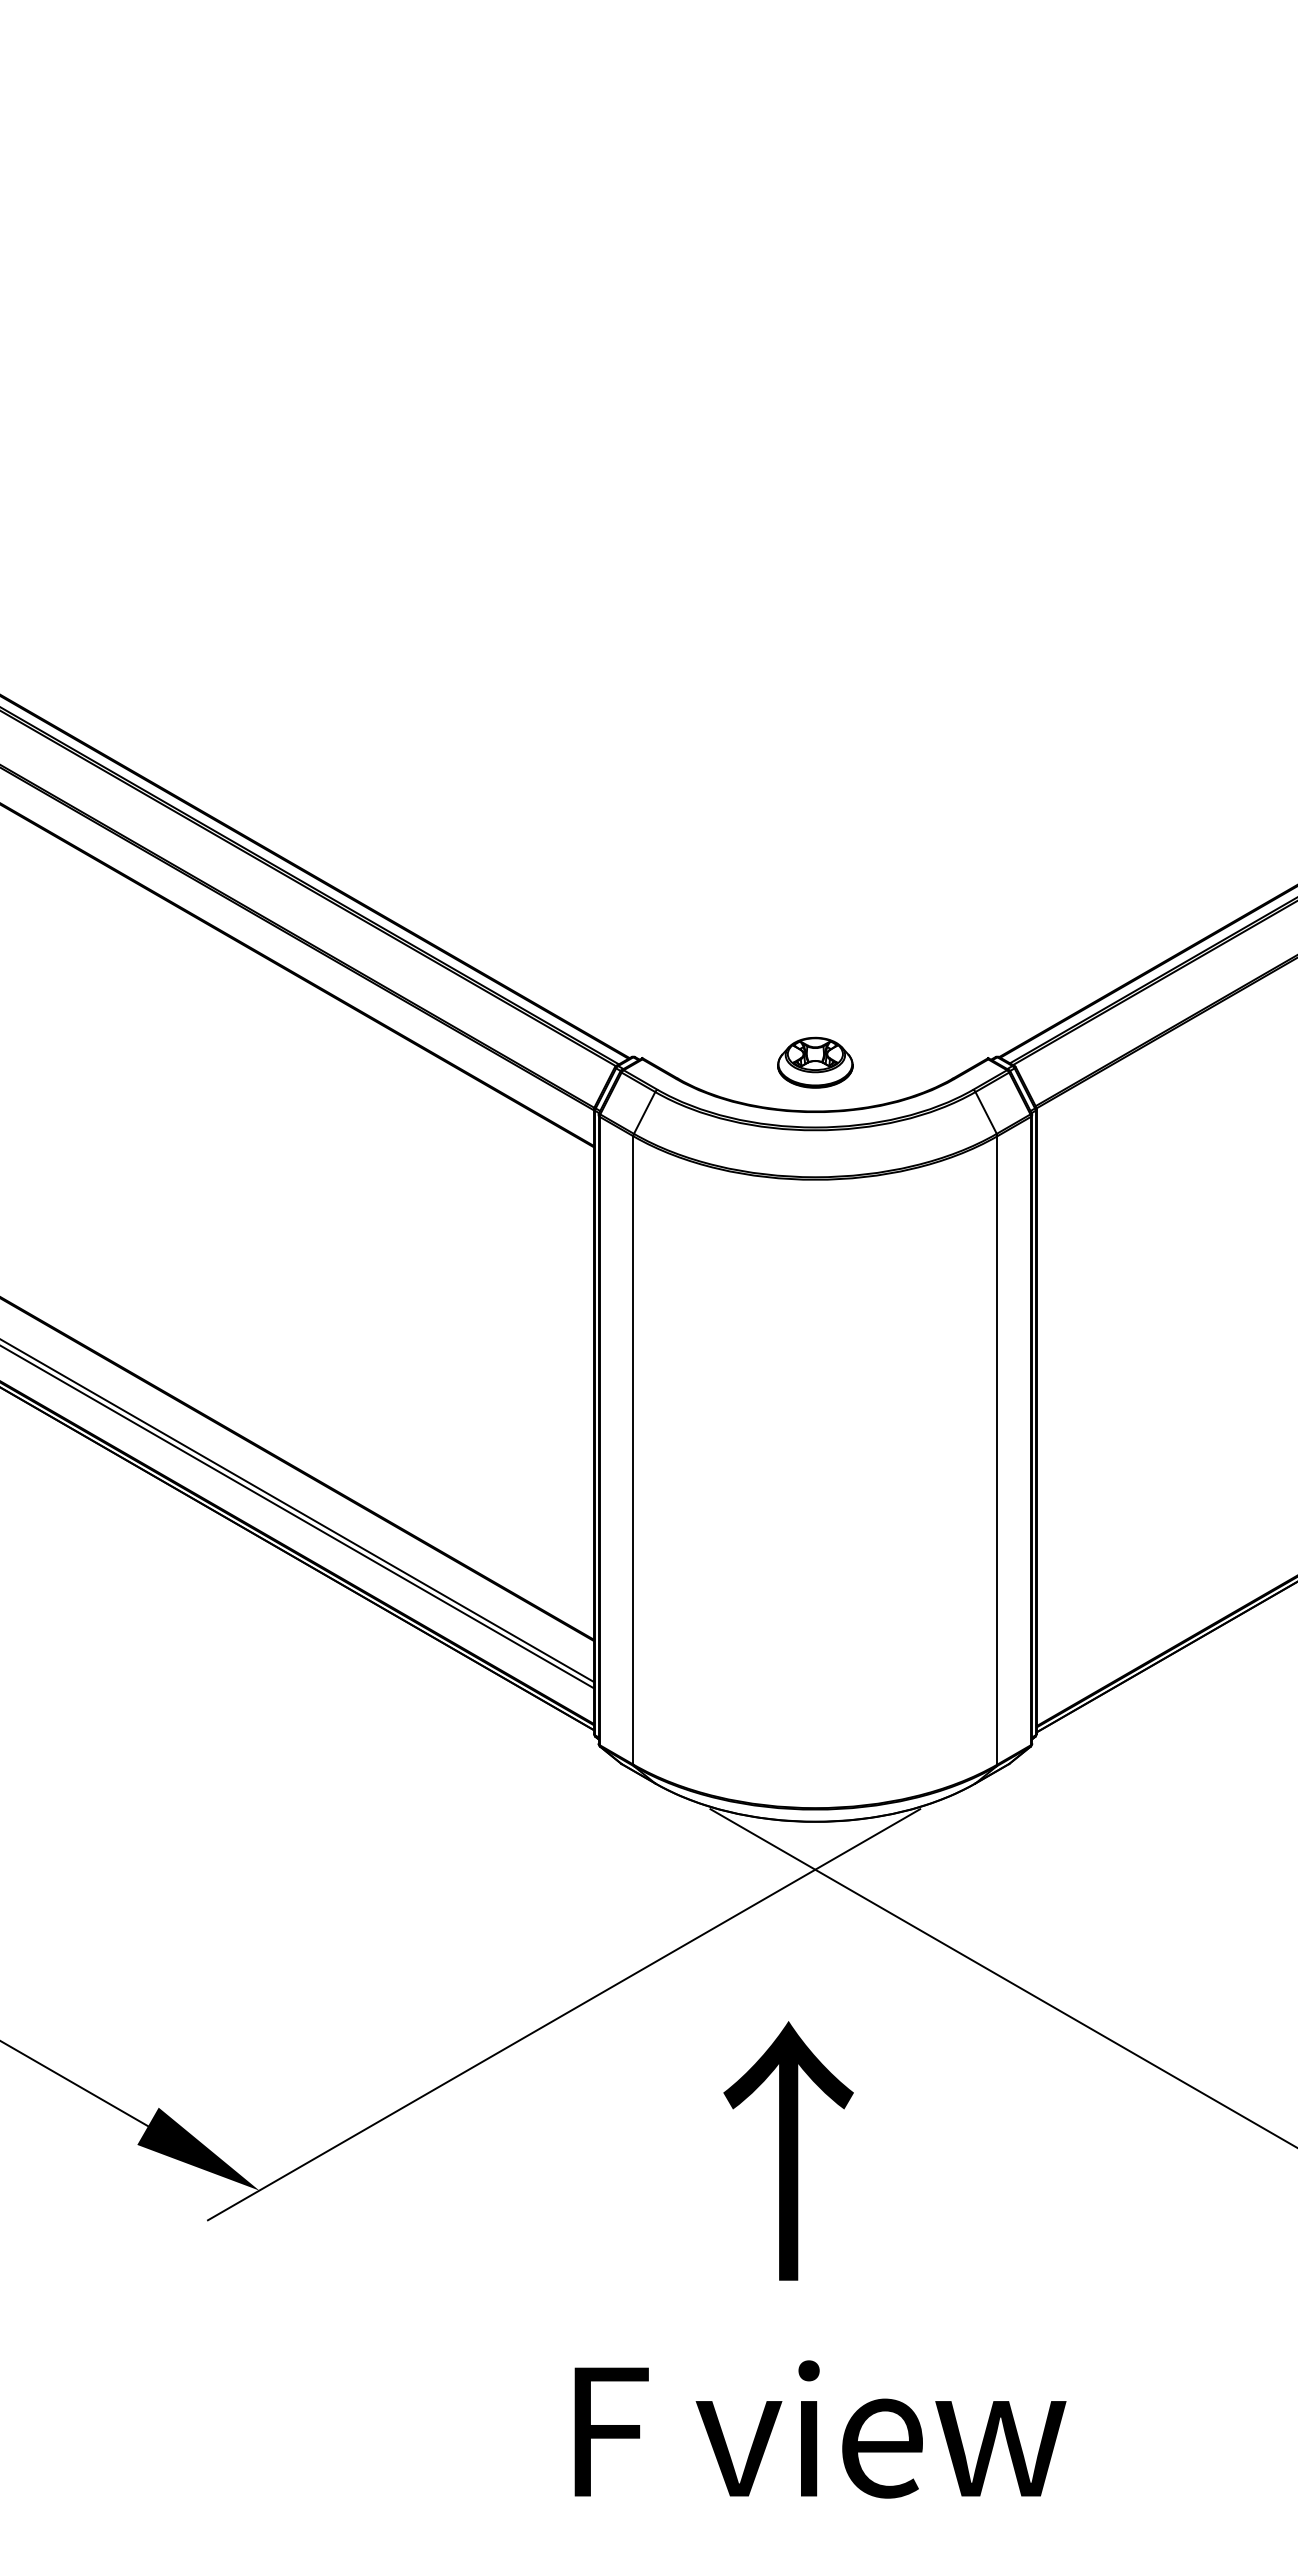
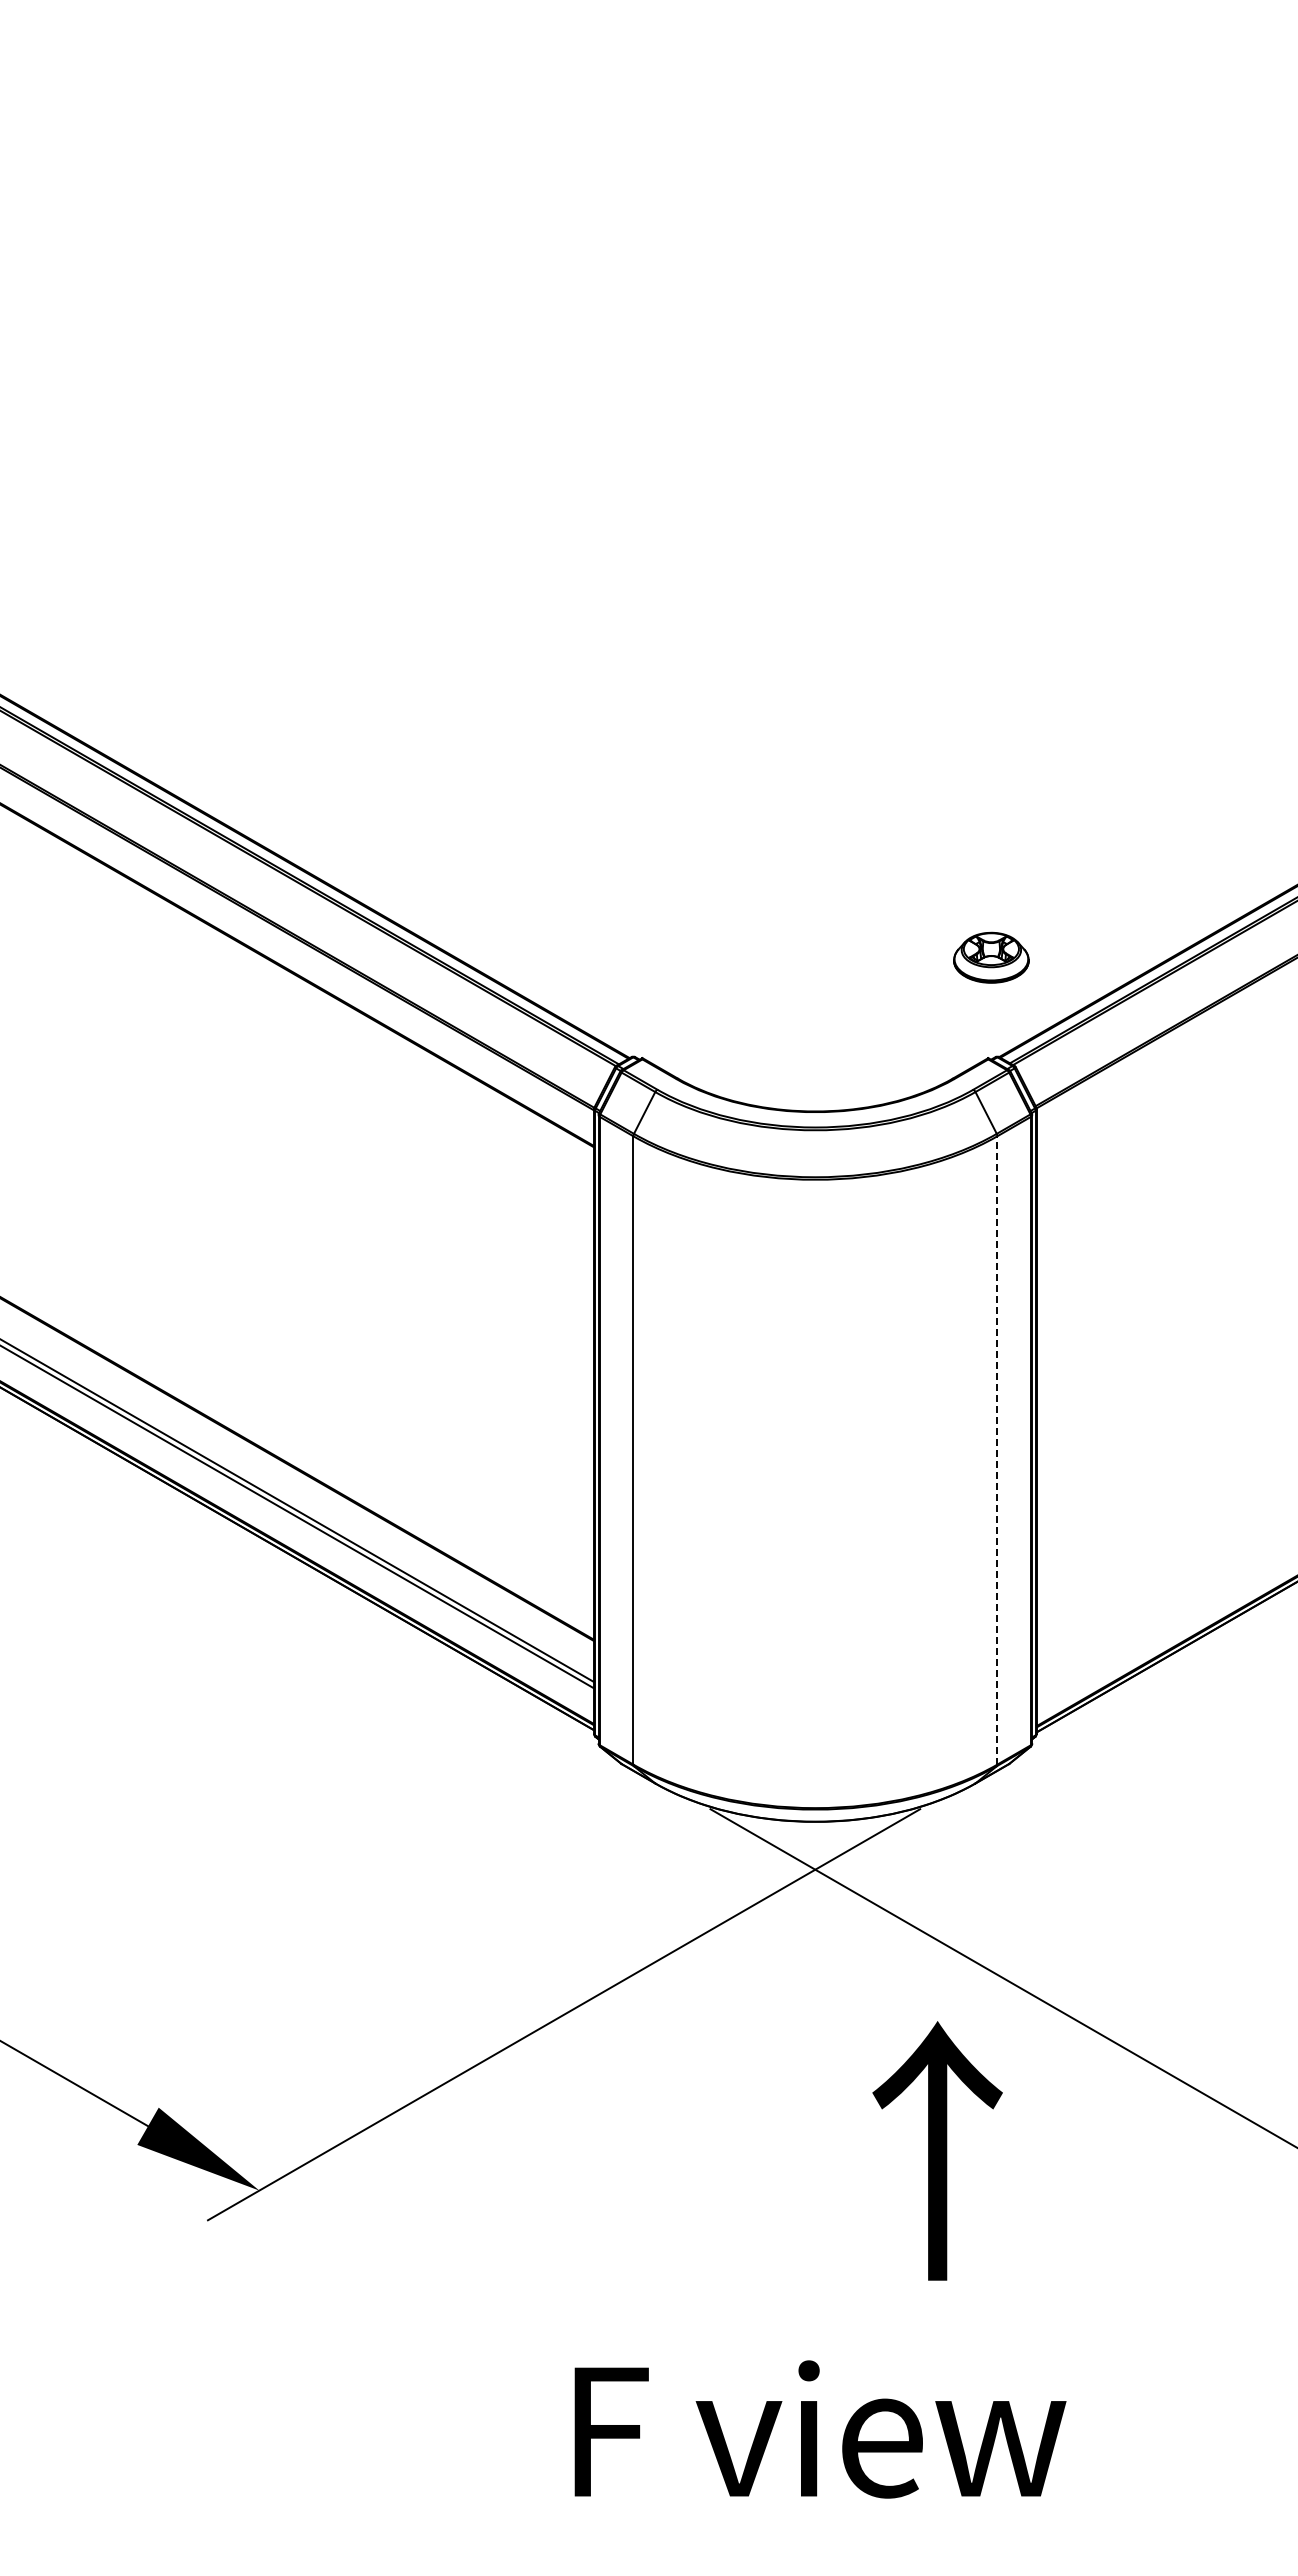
part at (815, 1062) position: (815, 1062) -> (991, 957)
line at (997, 1449): solid -> dashed
text at (788, 2150) position: (788, 2150) -> (937, 2150)
